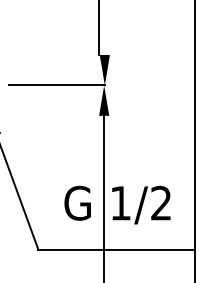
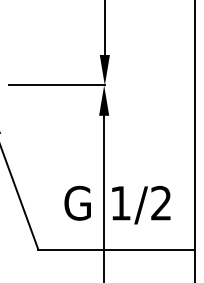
line at (98, 28) position: (98, 28) -> (104, 28)
